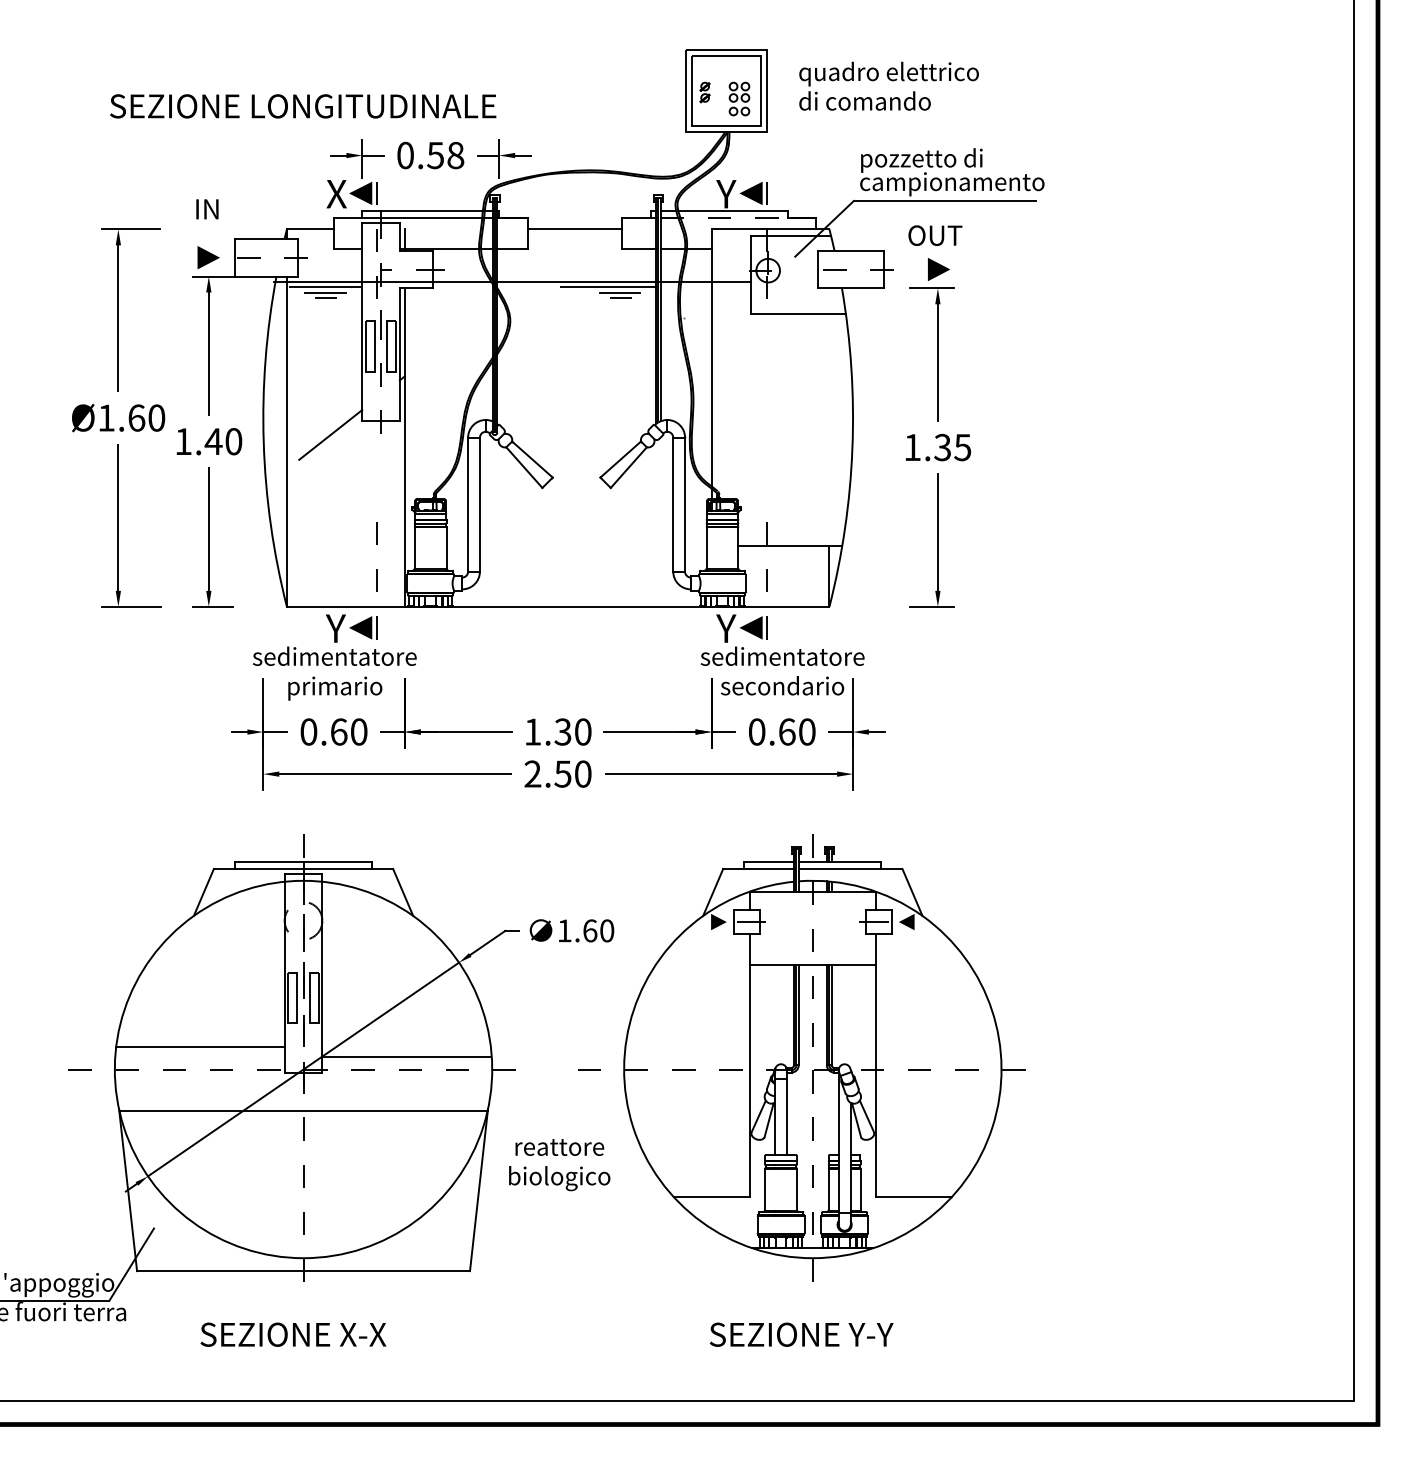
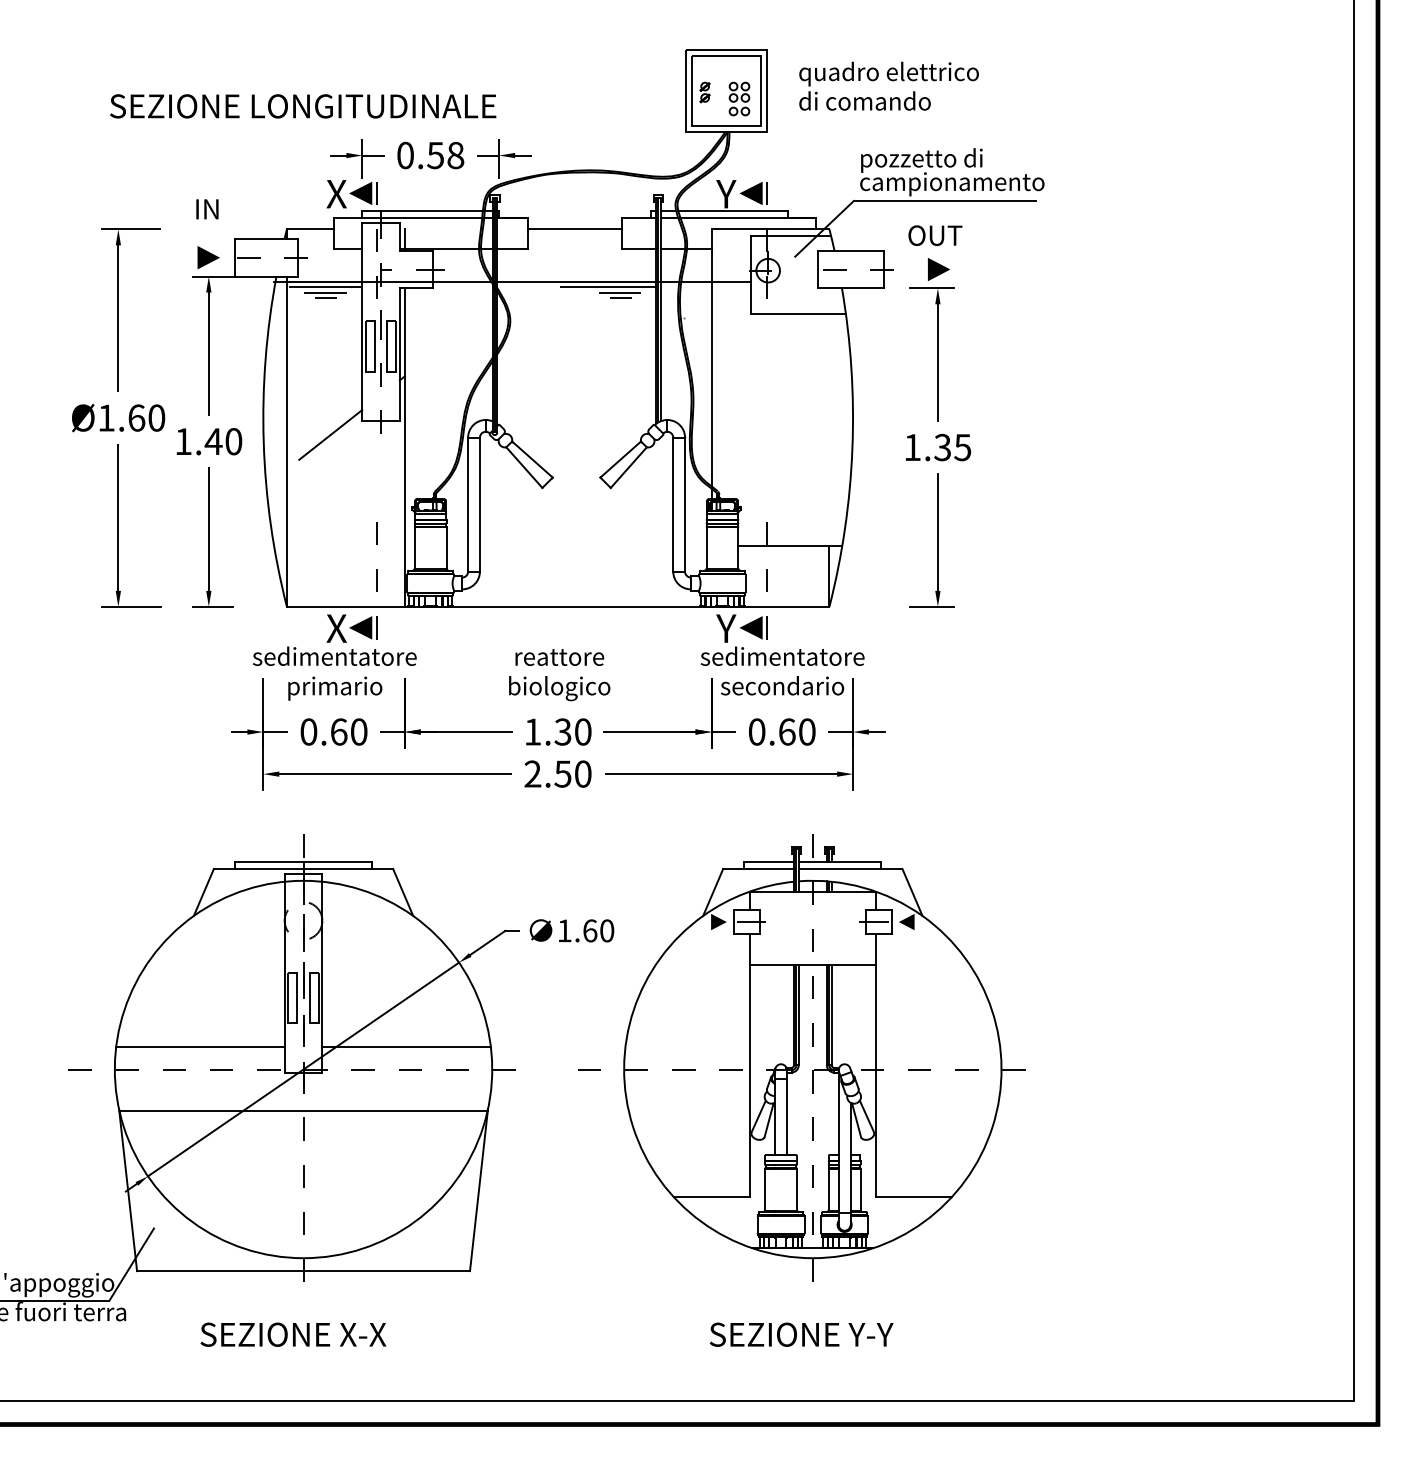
line at (724, 217): dashed -> solid
text at (335, 628): Y -> X
line at (406, 1056) position: (406, 1056) -> (406, 1046)
text at (559, 1165) position: (559, 1165) -> (559, 675)
